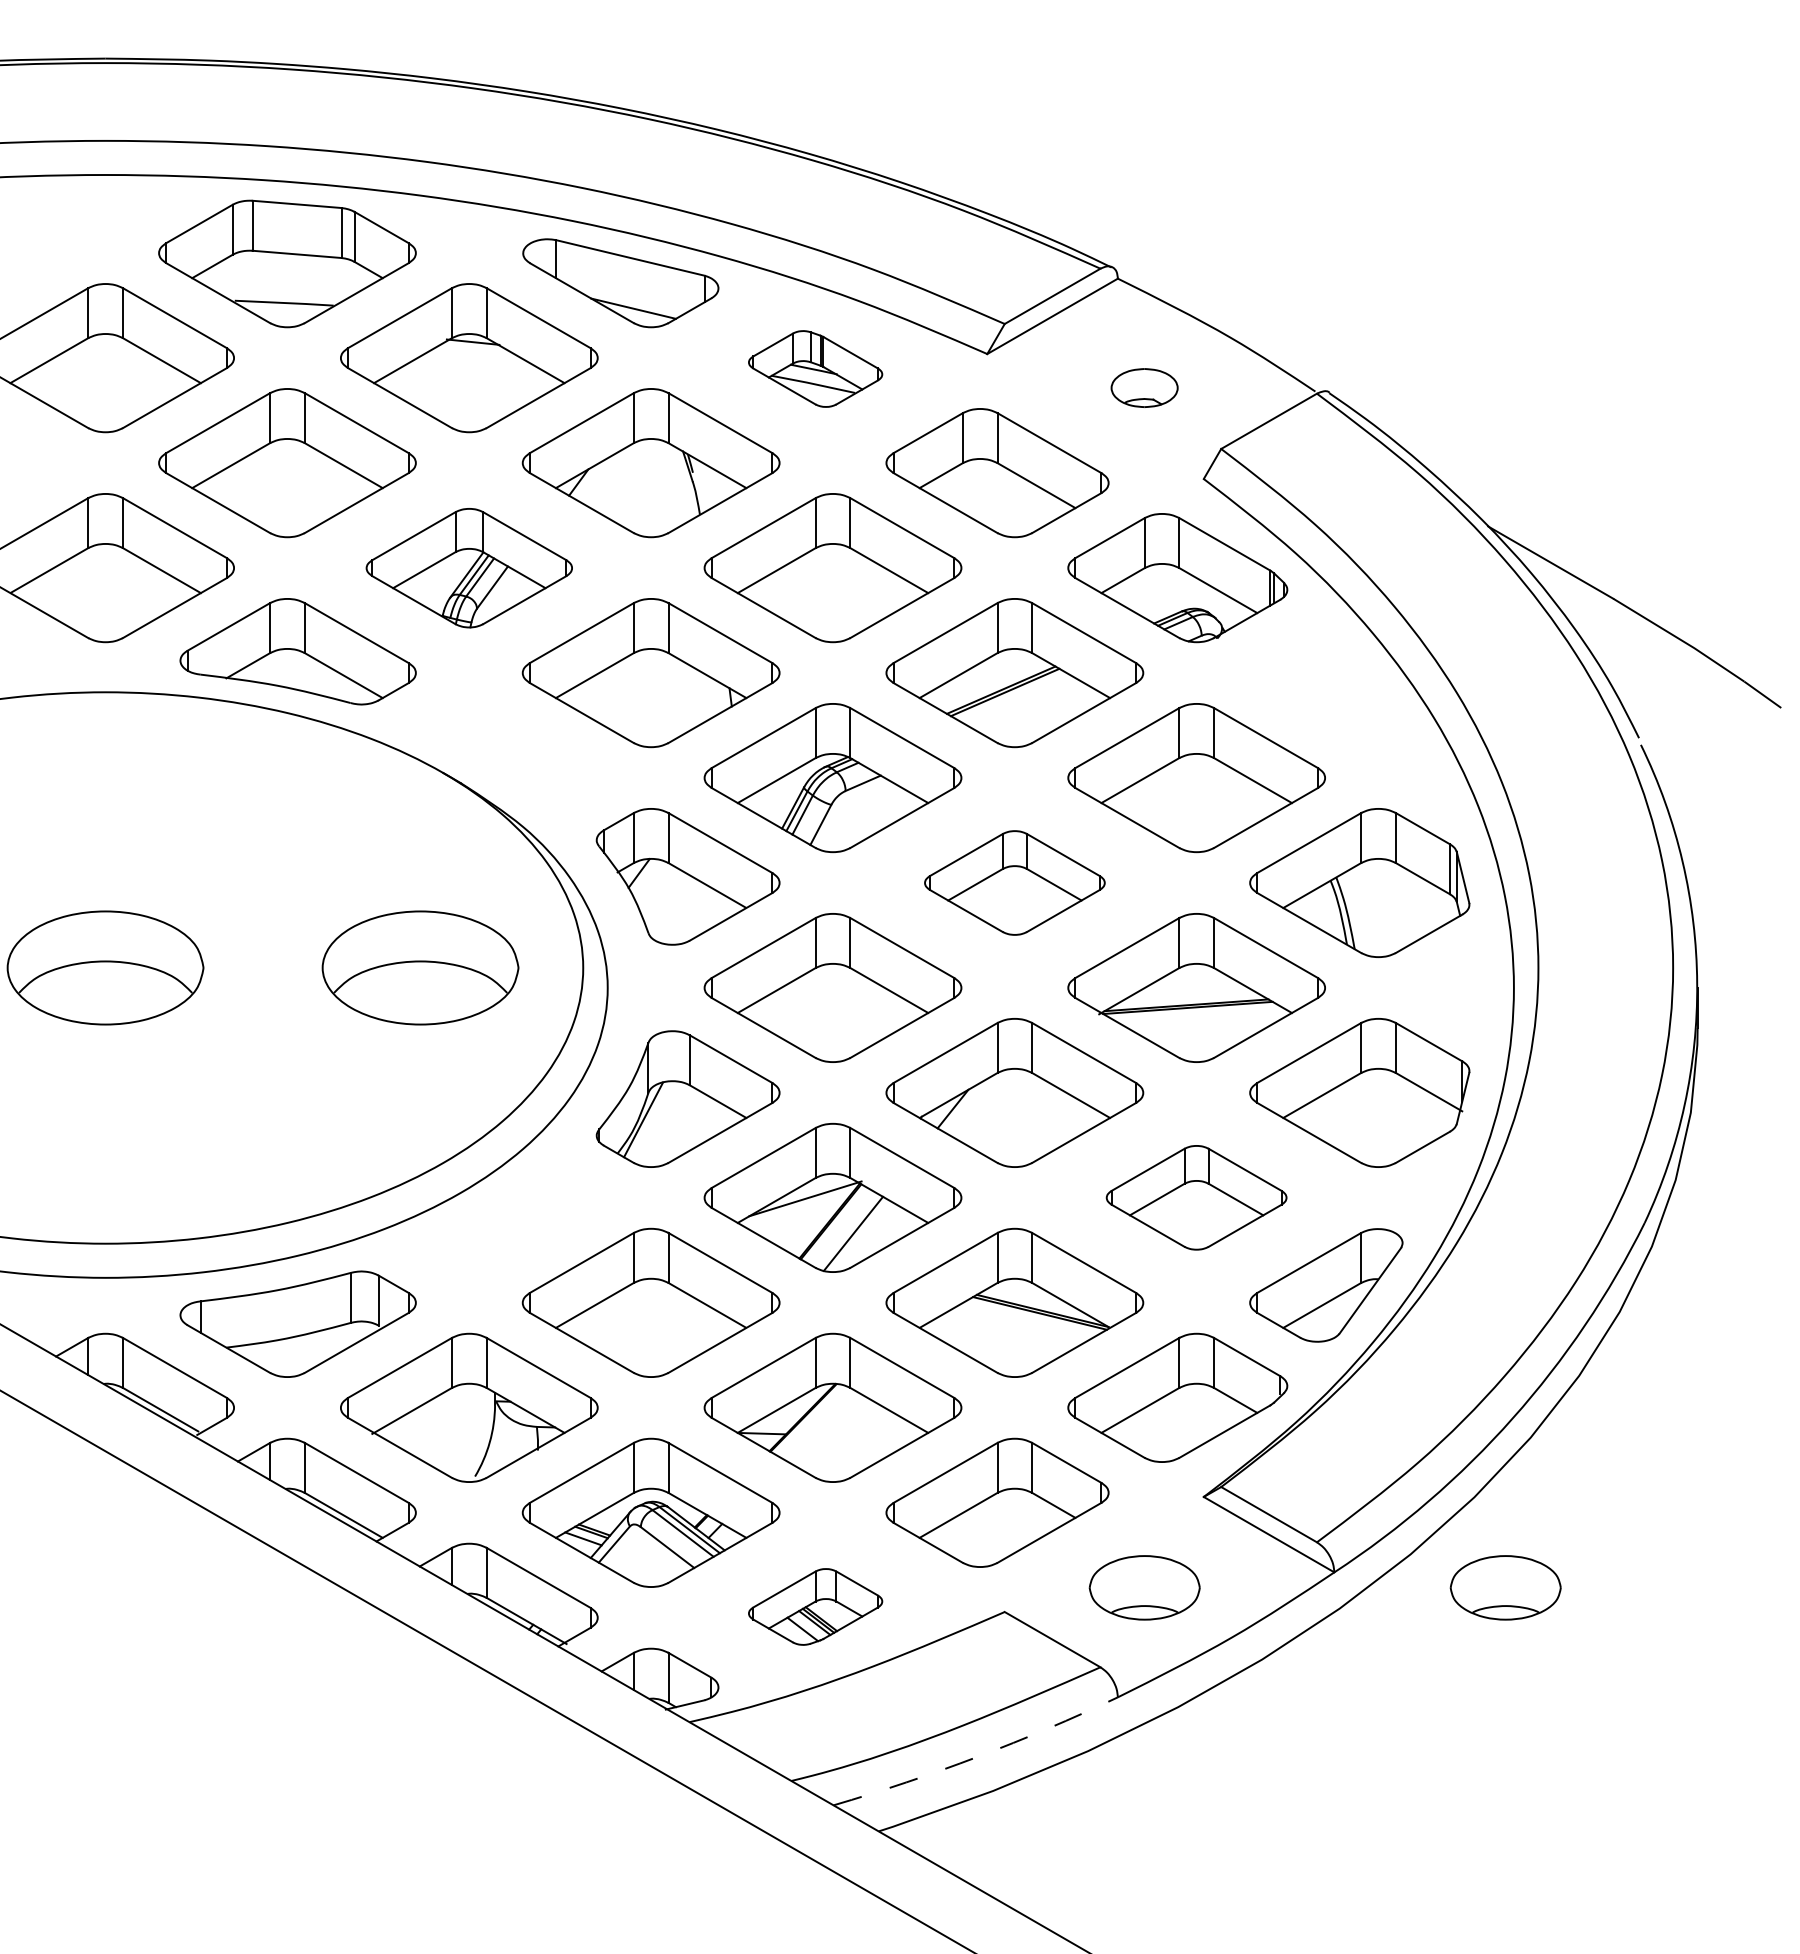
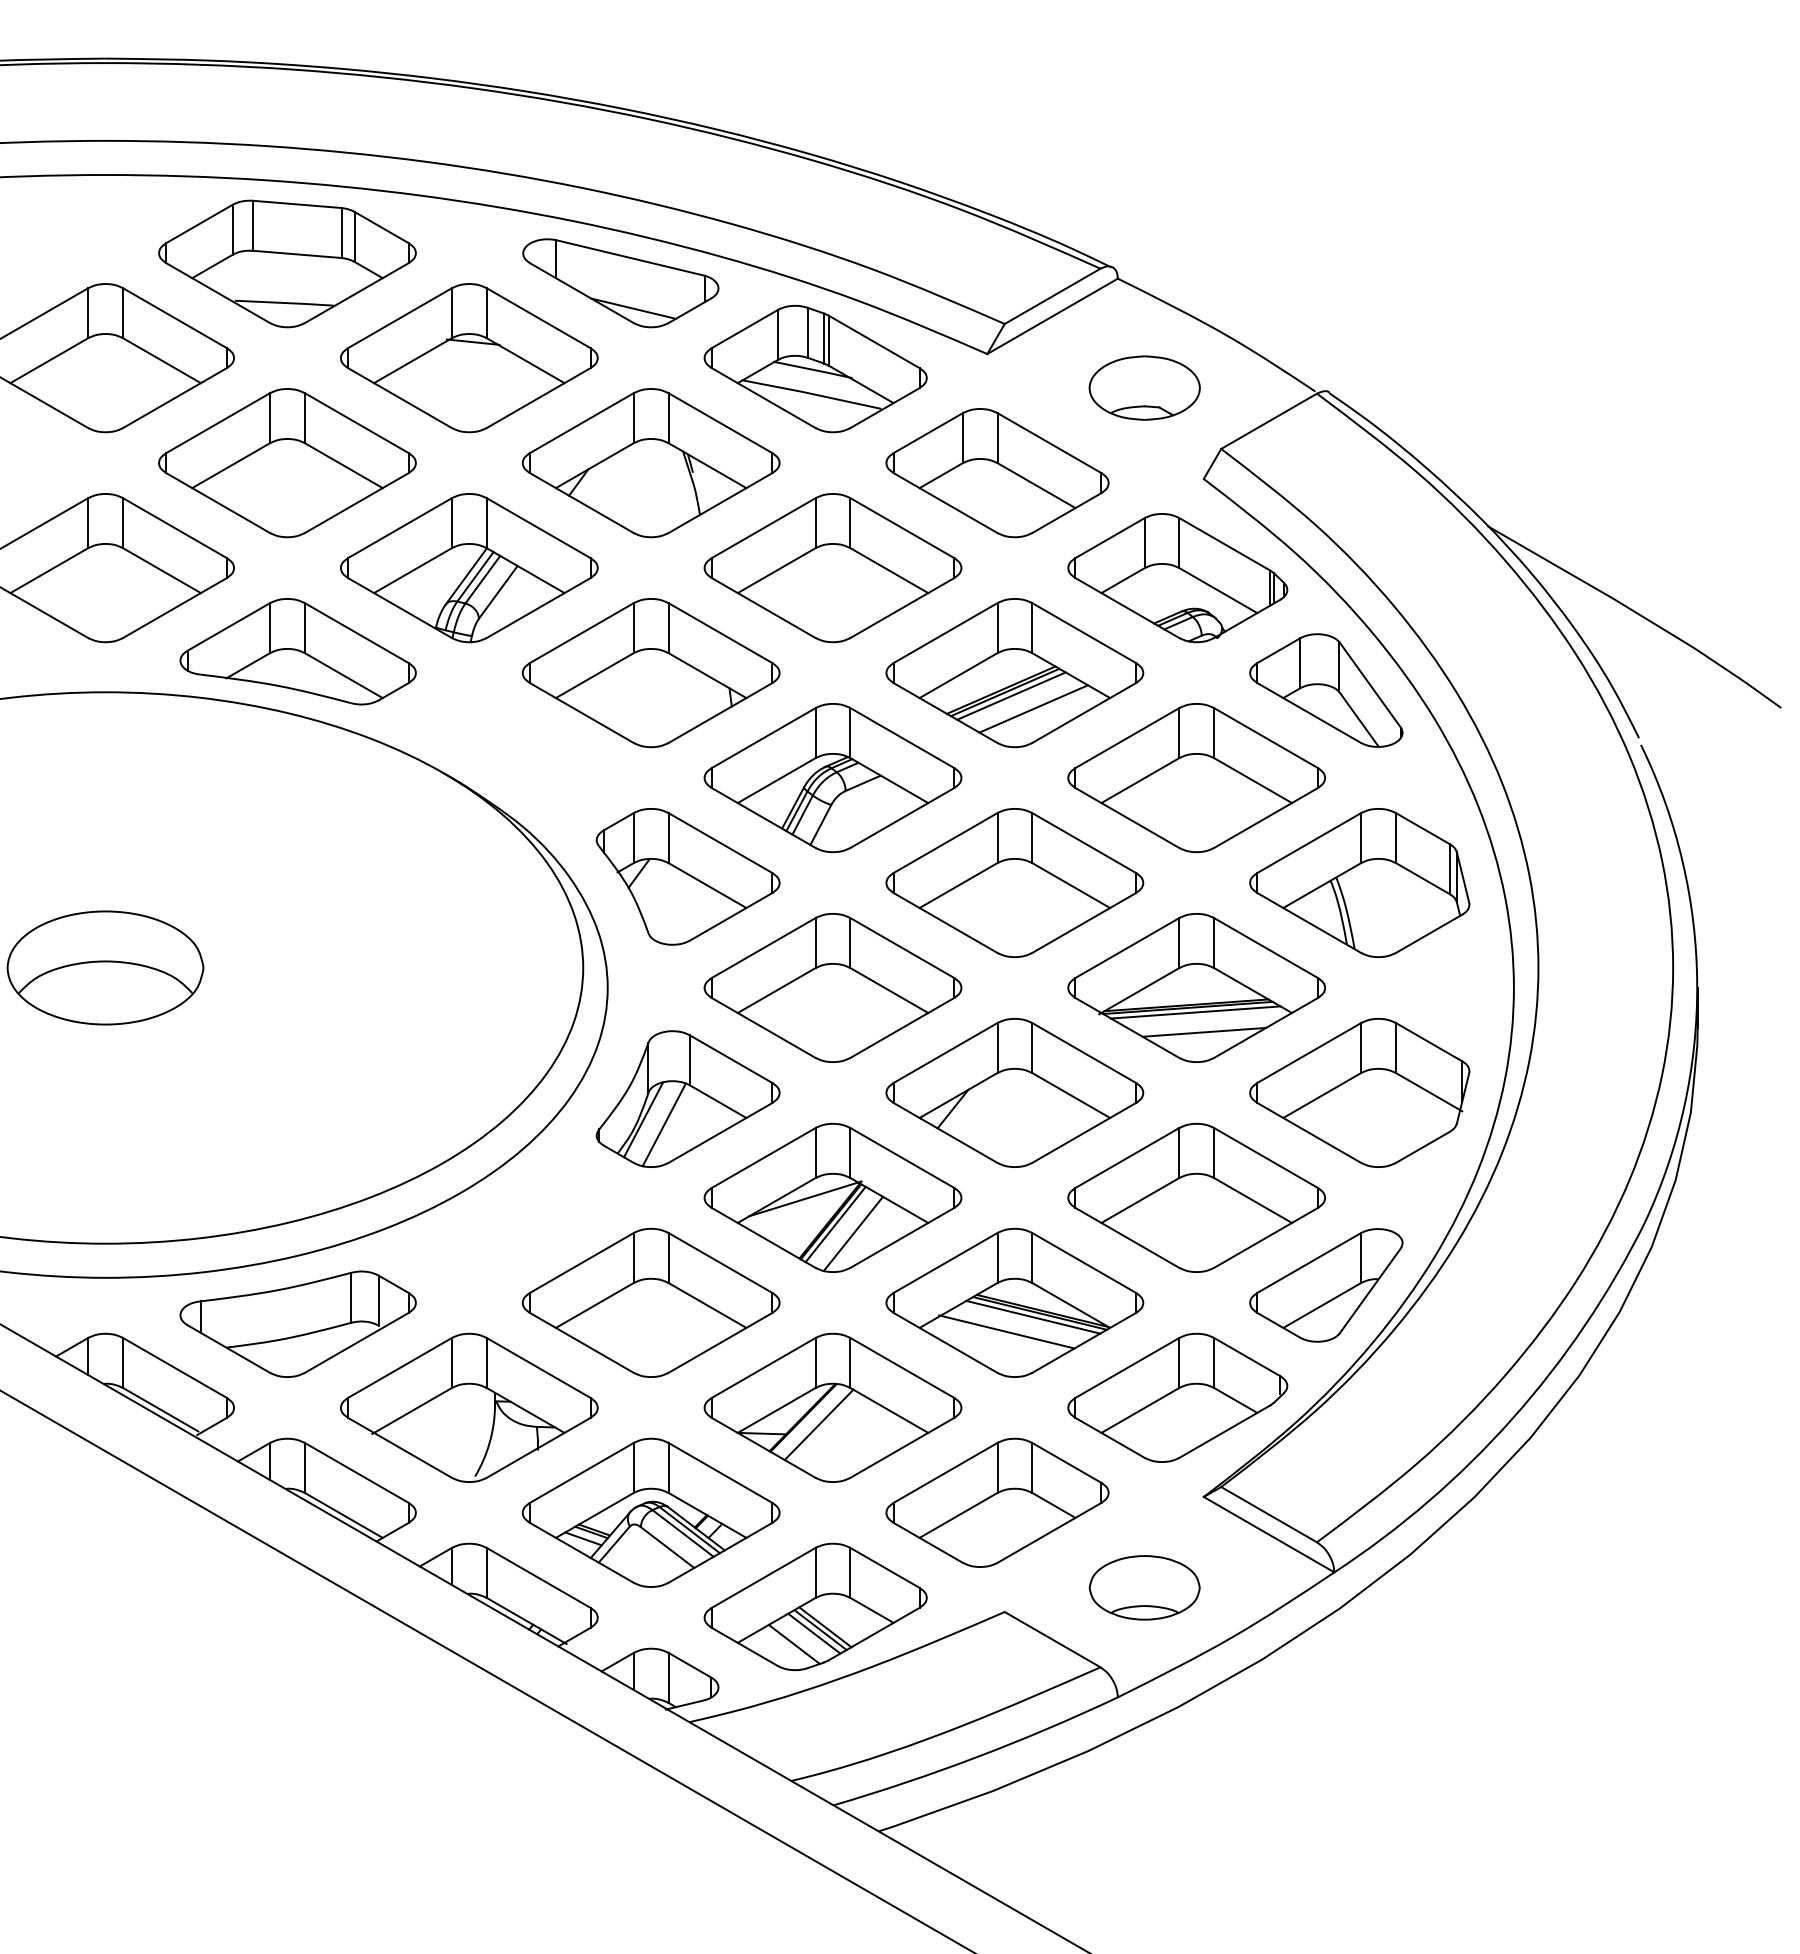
part at (815, 368) size: 136x78 px -> 225x130 px
part at (1144, 387) size: 69x40 px -> 113x66 px
part at (468, 568) size: 208x121 px -> 259x151 px
part at (1326, 690): none -> present
line at (1011, 695): none -> present
line at (1033, 708): none -> present
part at (1014, 882) size: 182x106 px -> 260x150 px
part at (420, 967): present -> none
line at (1195, 1012): none -> present
line at (1204, 1031): none -> present
line at (663, 1124): none -> present
part at (1196, 1197) size: 183x106 px -> 259x151 px
line at (835, 1224): none -> present
line at (1033, 1316): none -> present
line at (1006, 1331): none -> present
line at (818, 1424): none -> present
part at (1505, 1587): present -> none
part at (815, 1606) size: 136x78 px -> 225x130 px
arc at (977, 1756): dashed -> solid
